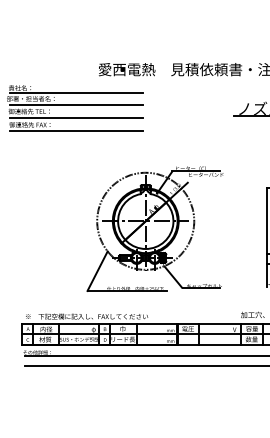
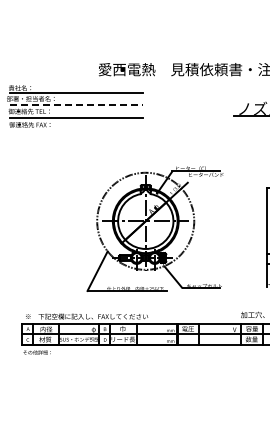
line at (76, 105): solid -> dashed
line at (75, 131): present -> none
line at (145, 355): present -> none
line at (145, 366): present -> none
